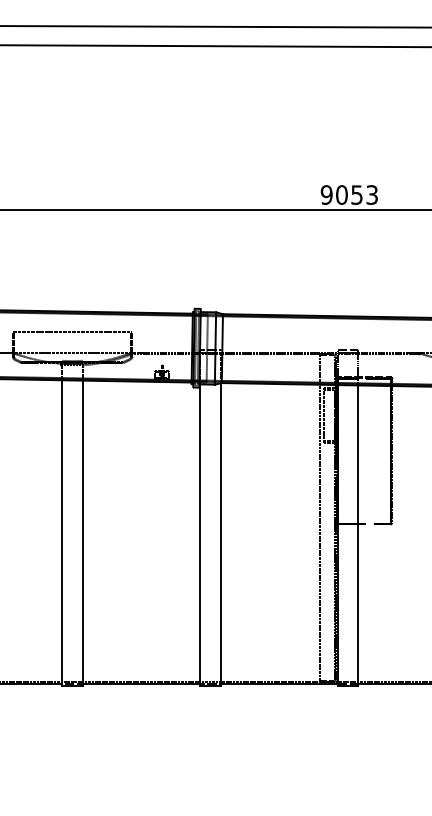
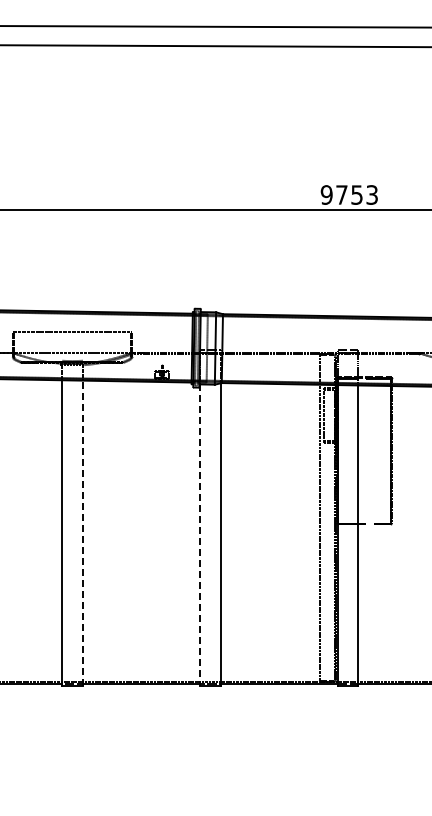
text at (341, 194): 9053 -> 9753
line at (82, 533): solid -> dashed
line at (200, 535): solid -> dashed
